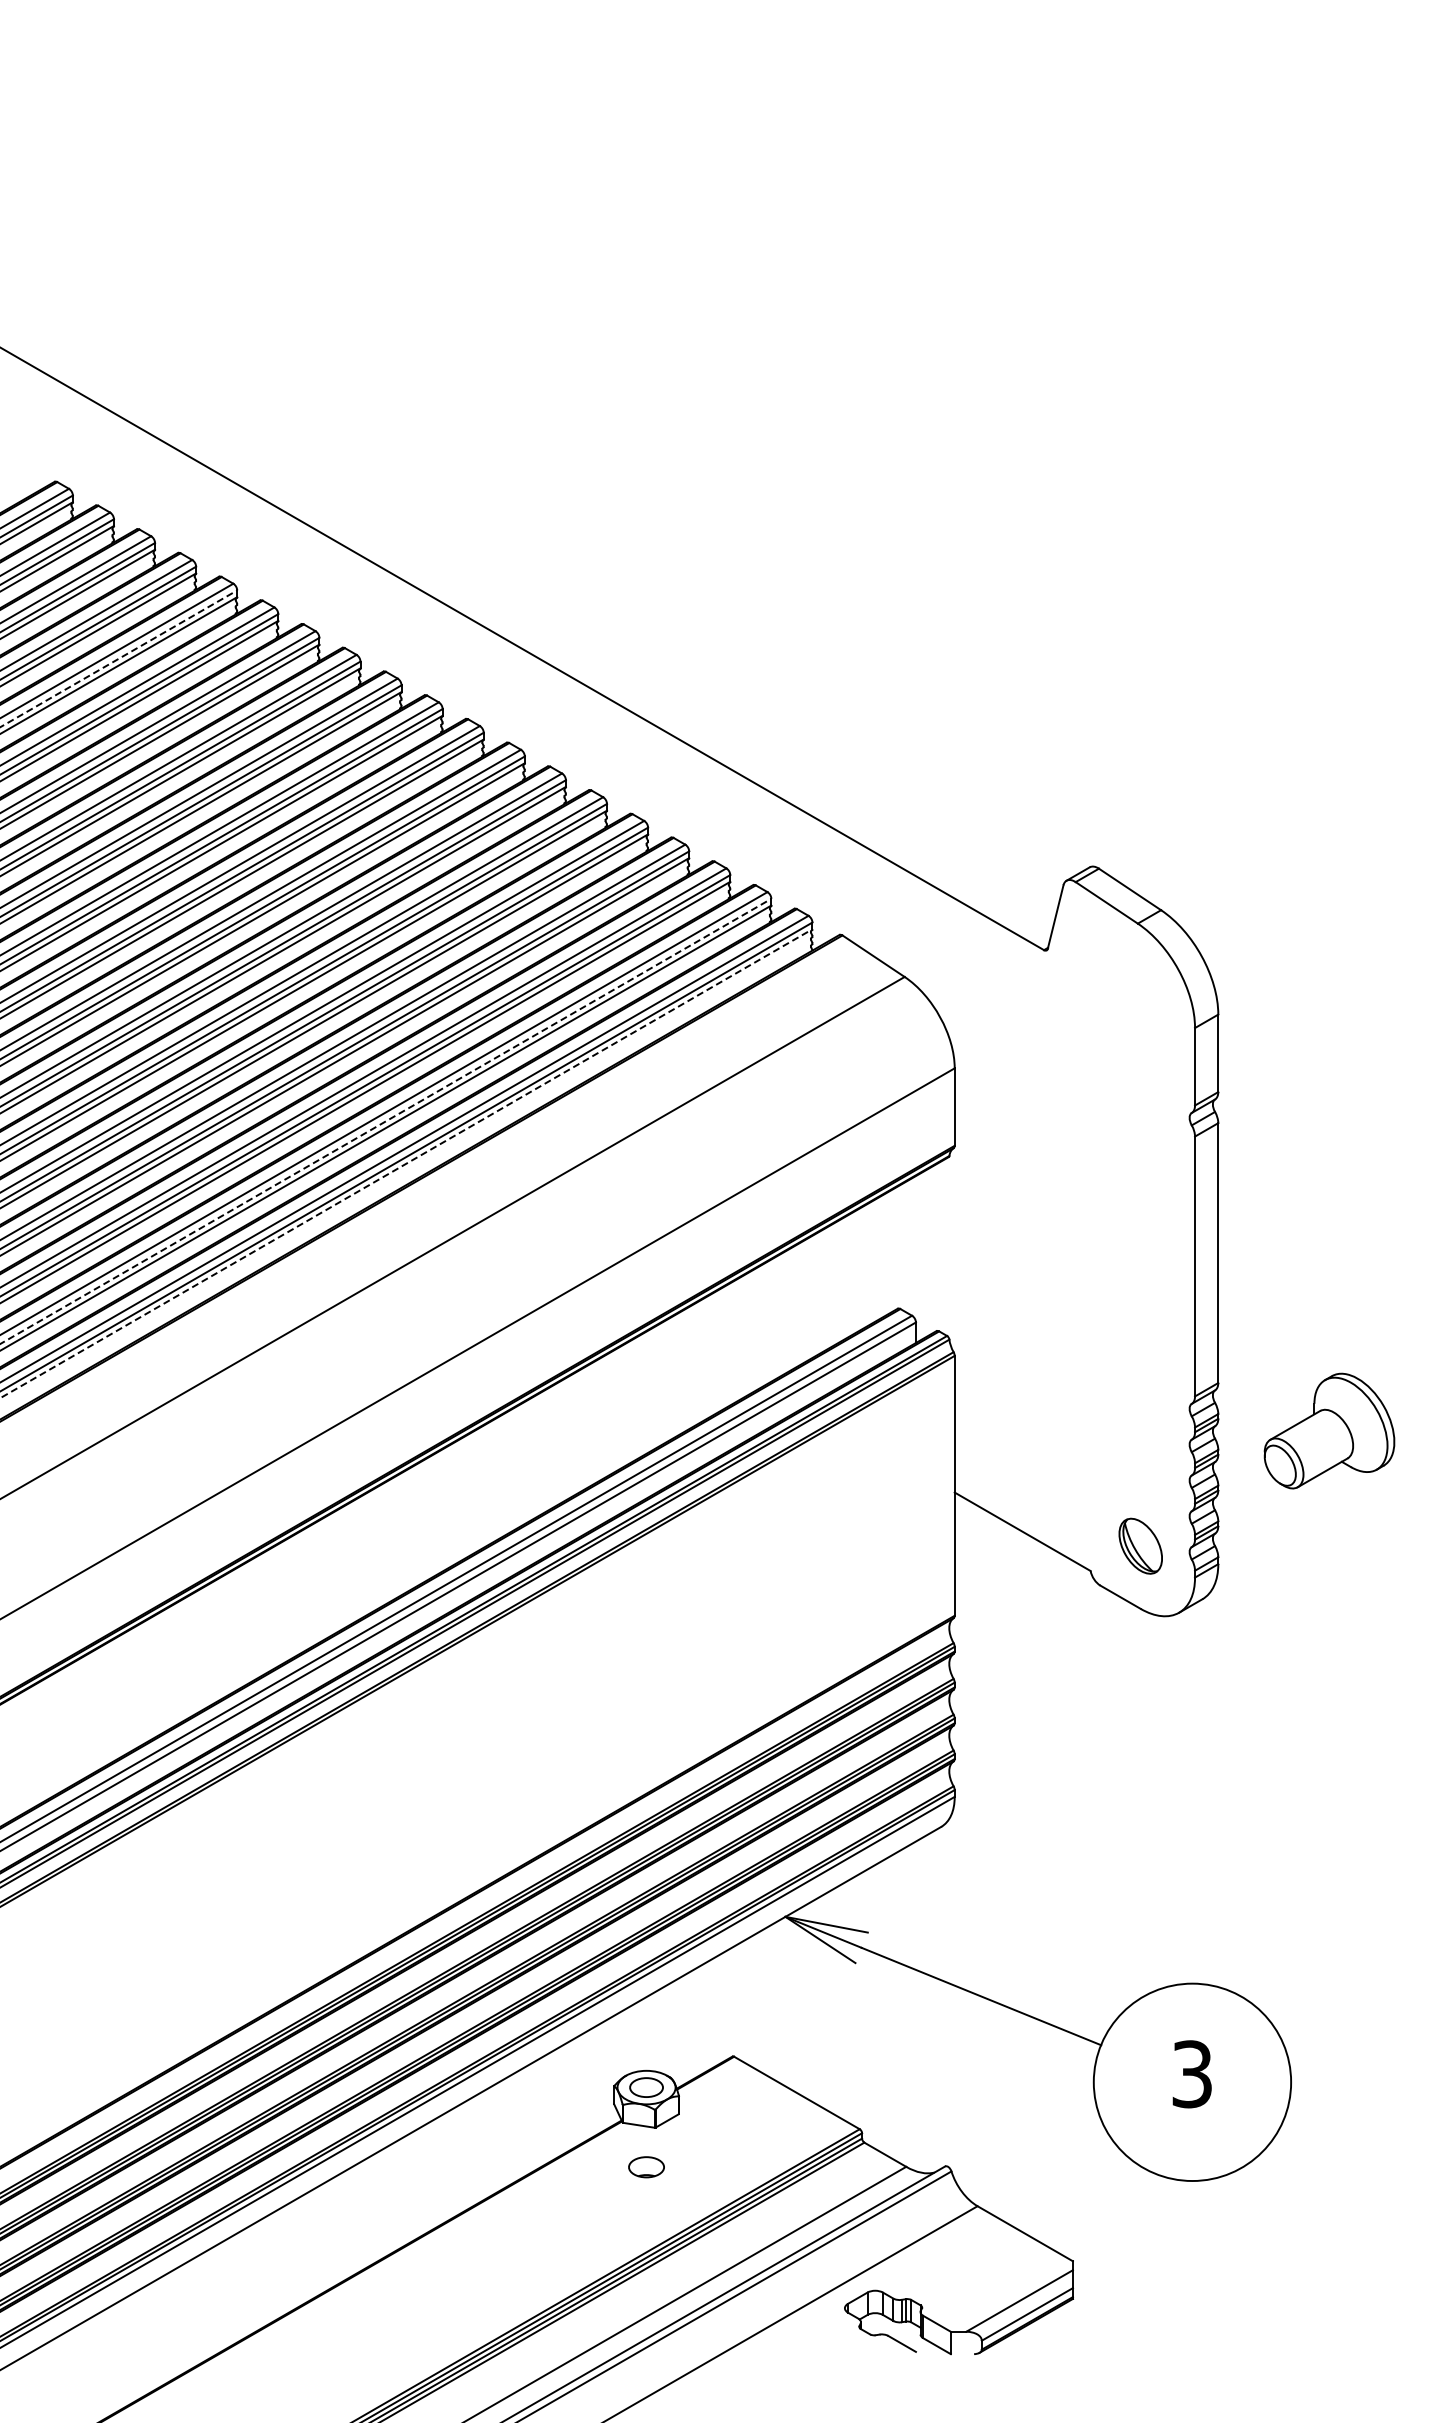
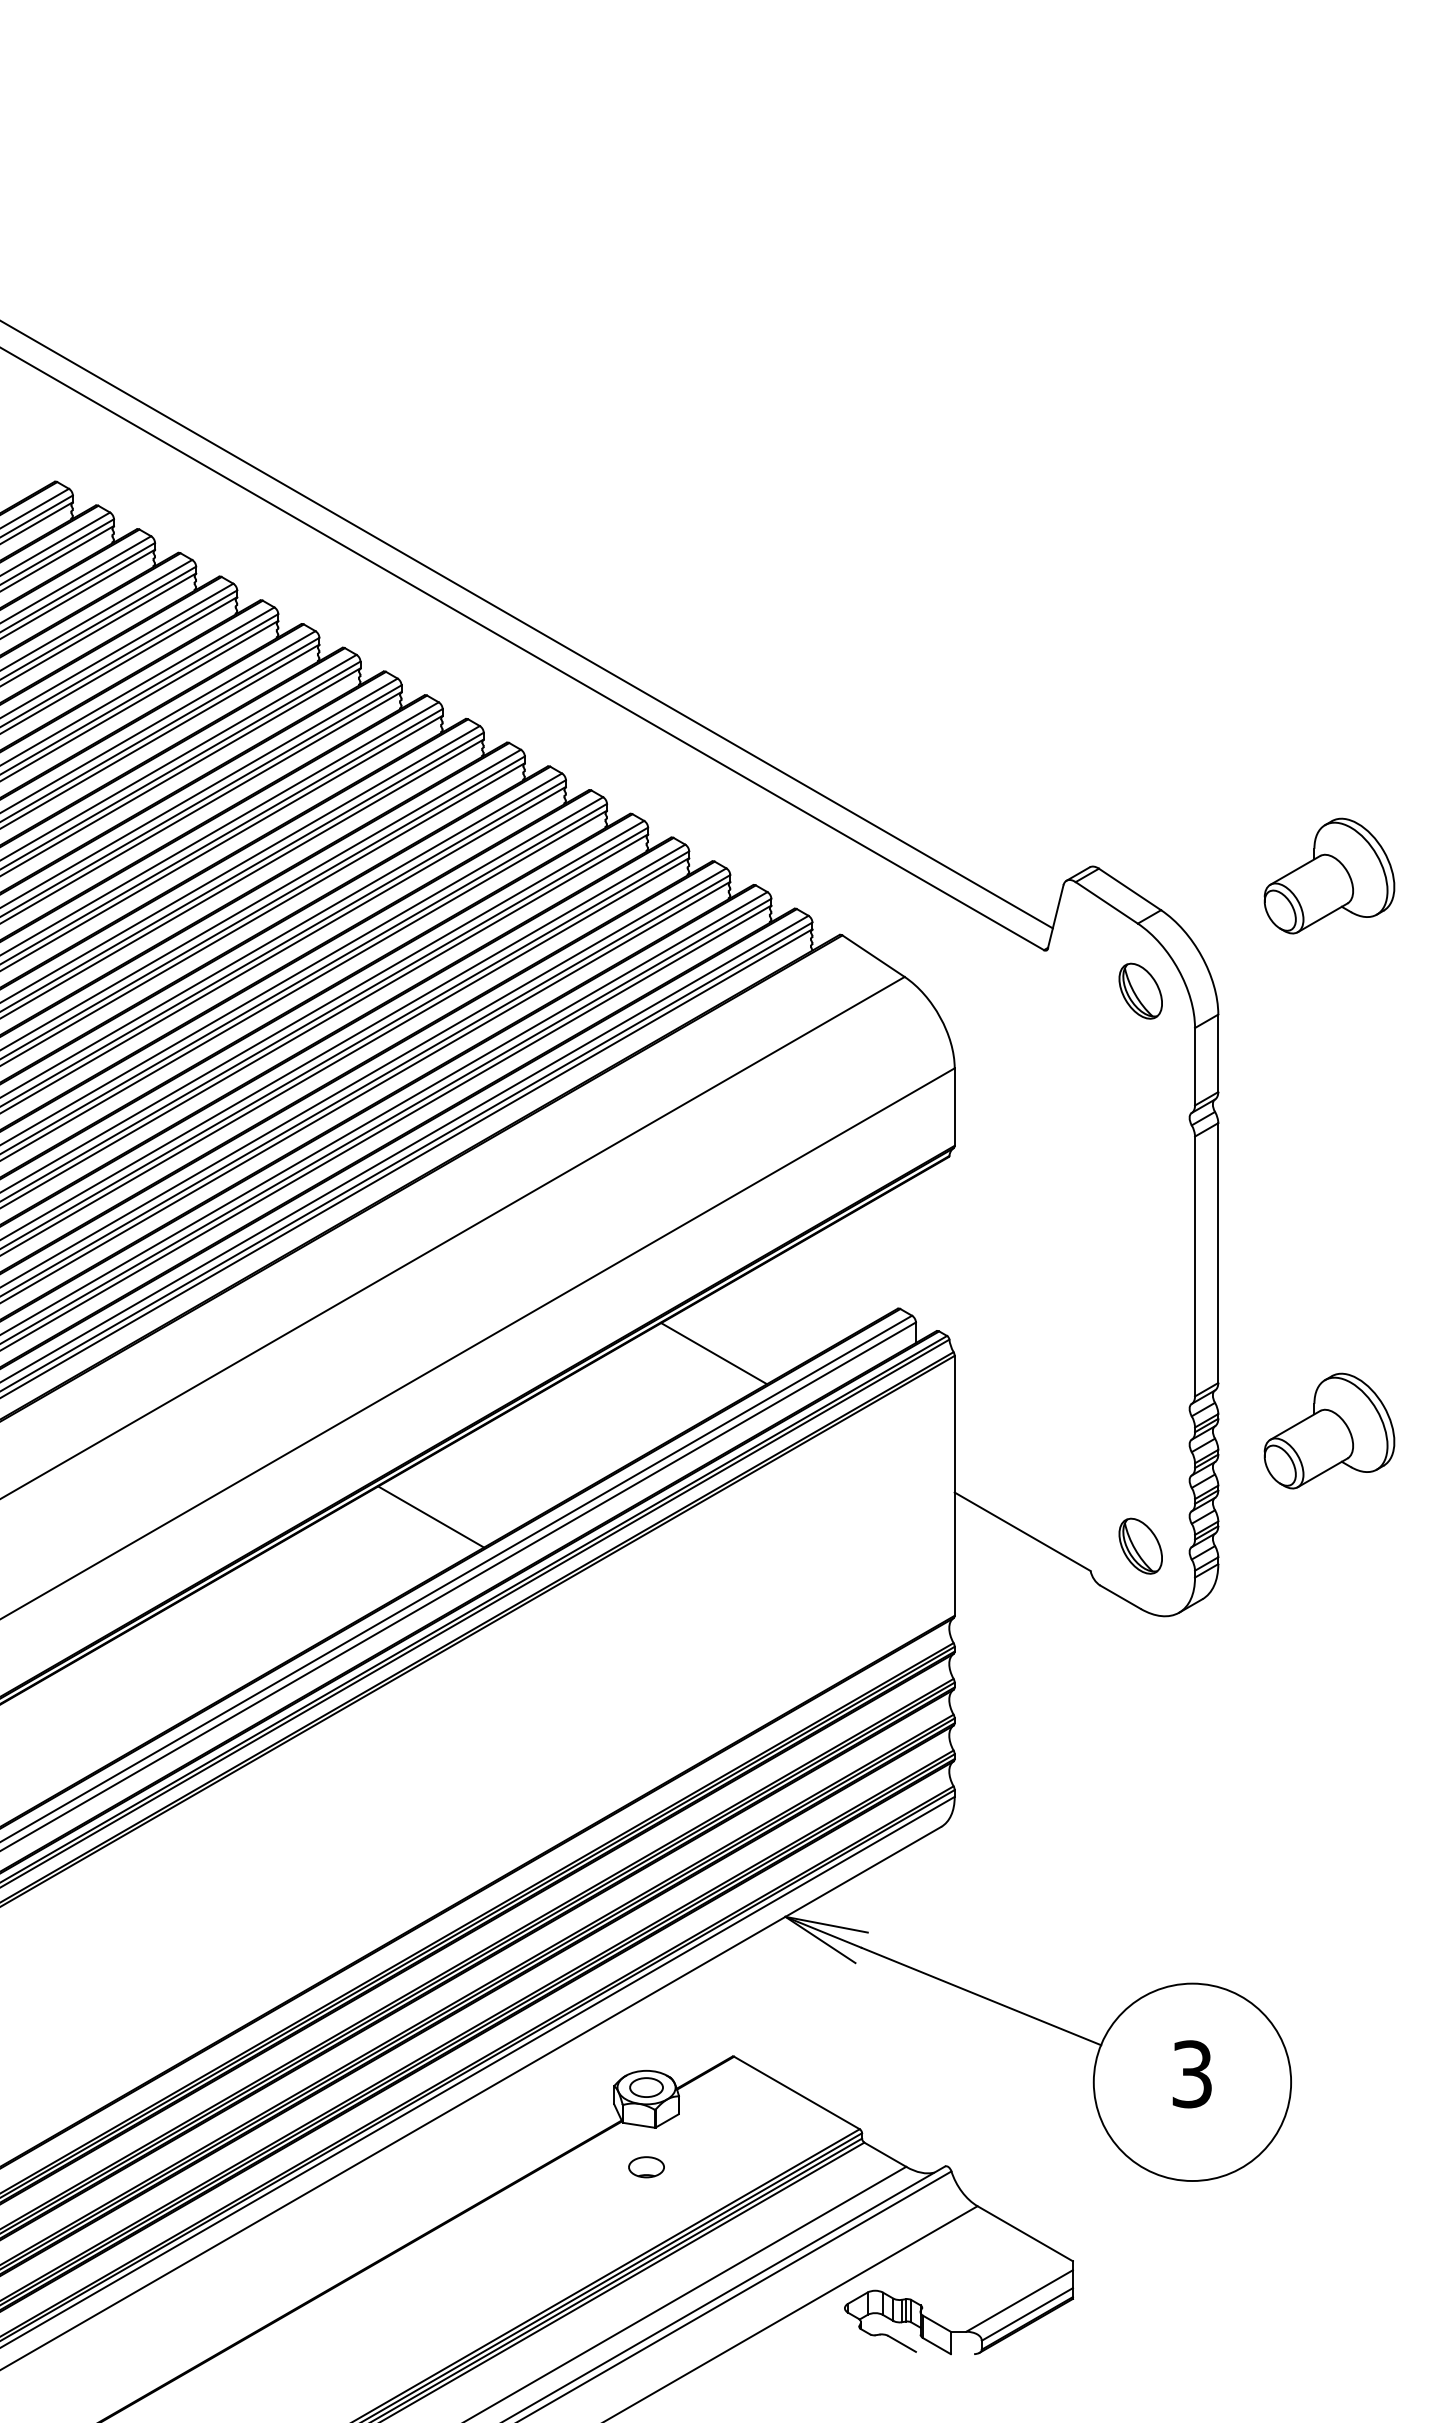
line at (527, 624): none -> present
line at (118, 658): dashed -> solid
part at (1329, 875): none -> present
part at (1140, 990): none -> present
line at (386, 1121): dashed -> solid
line at (406, 1163): dashed -> solid
line at (714, 1353): none -> present
line at (431, 1516): none -> present
